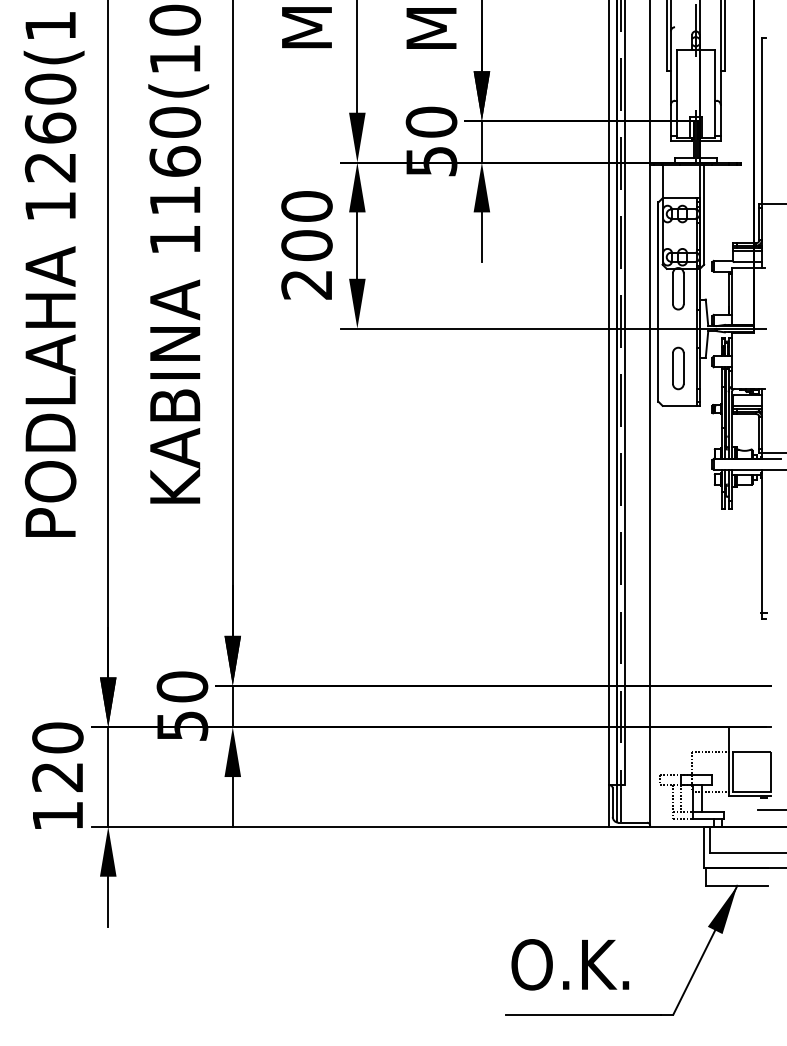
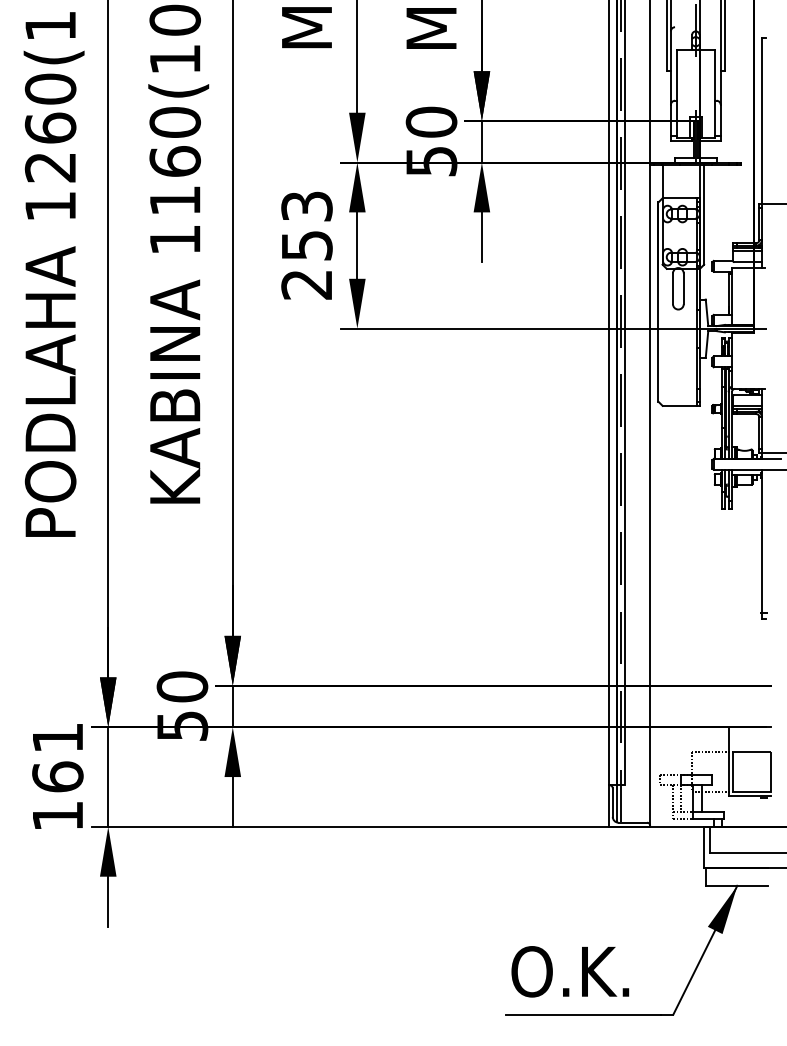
text at (306, 225): 200 -> 253
part at (678, 368): present -> none
text at (57, 757): 120 -> 161
line at (770, 810): present -> none
text at (570, 964) position: (570, 964) -> (570, 971)
